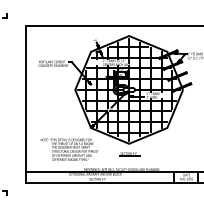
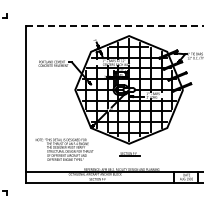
line at (115, 26): solid -> dashed
text at (69, 149) position: (69, 149) -> (64, 149)
